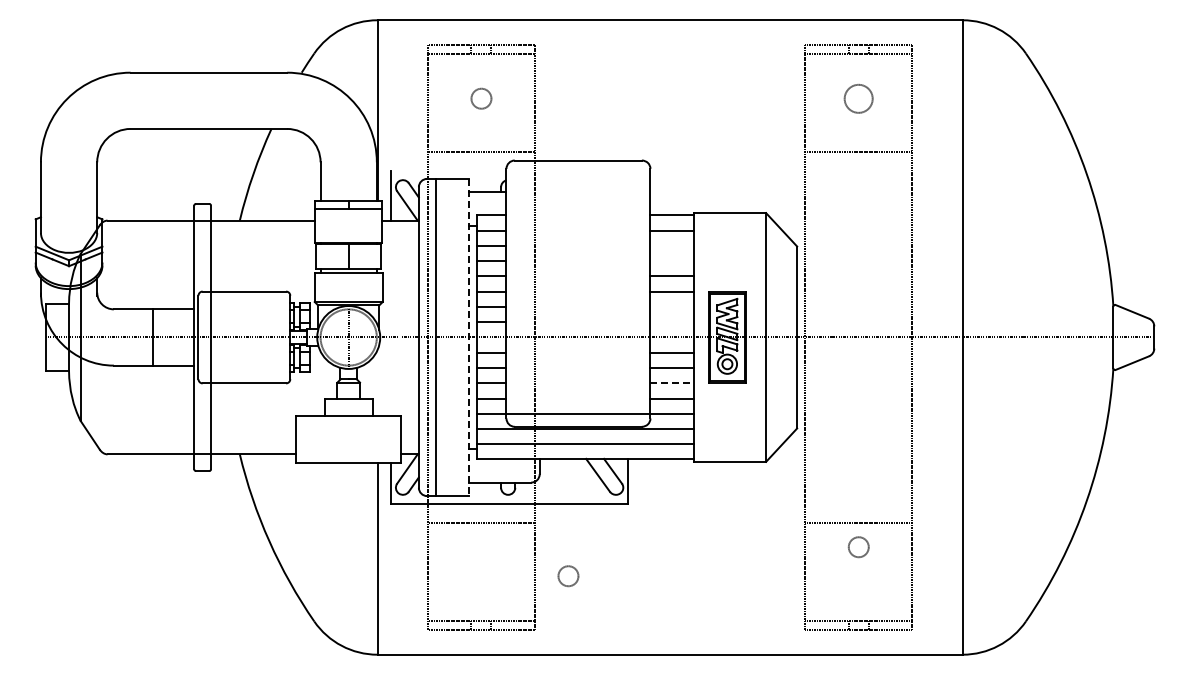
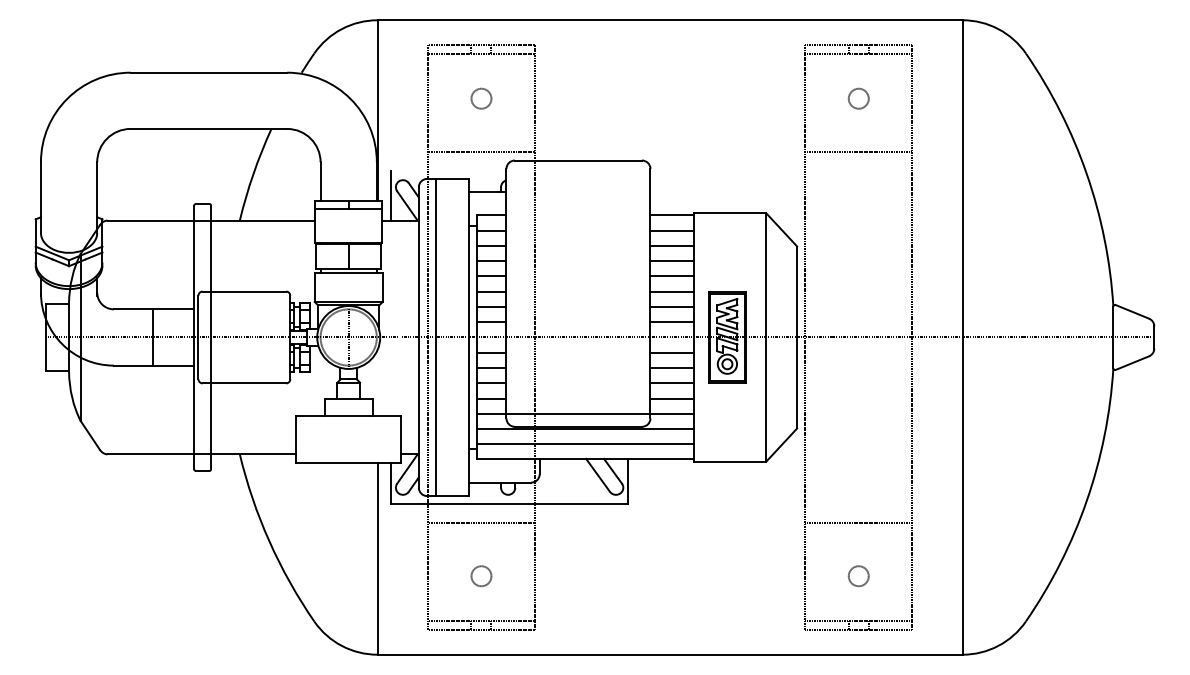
circle at (858, 98) size: 31x30 px -> 22x23 px
line at (672, 245): none -> present
line at (672, 261): none -> present
line at (672, 306): none -> present
line at (672, 322): none -> present
line at (468, 337): dashed -> solid
line at (672, 383): dashed -> solid
circle at (858, 547) position: (858, 547) -> (858, 576)
circle at (568, 576) position: (568, 576) -> (481, 576)
